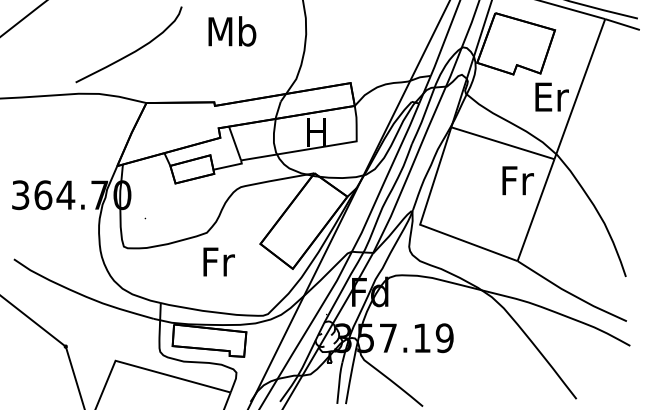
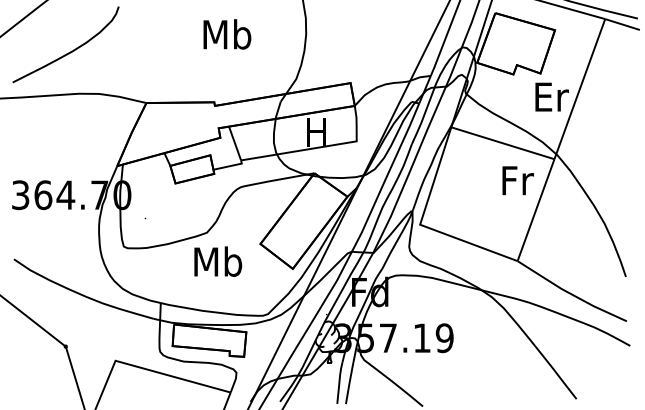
text at (232, 31) position: (232, 31) -> (227, 34)
curve at (134, 50) position: (134, 50) -> (71, 50)
text at (218, 261): Fr -> Mb
